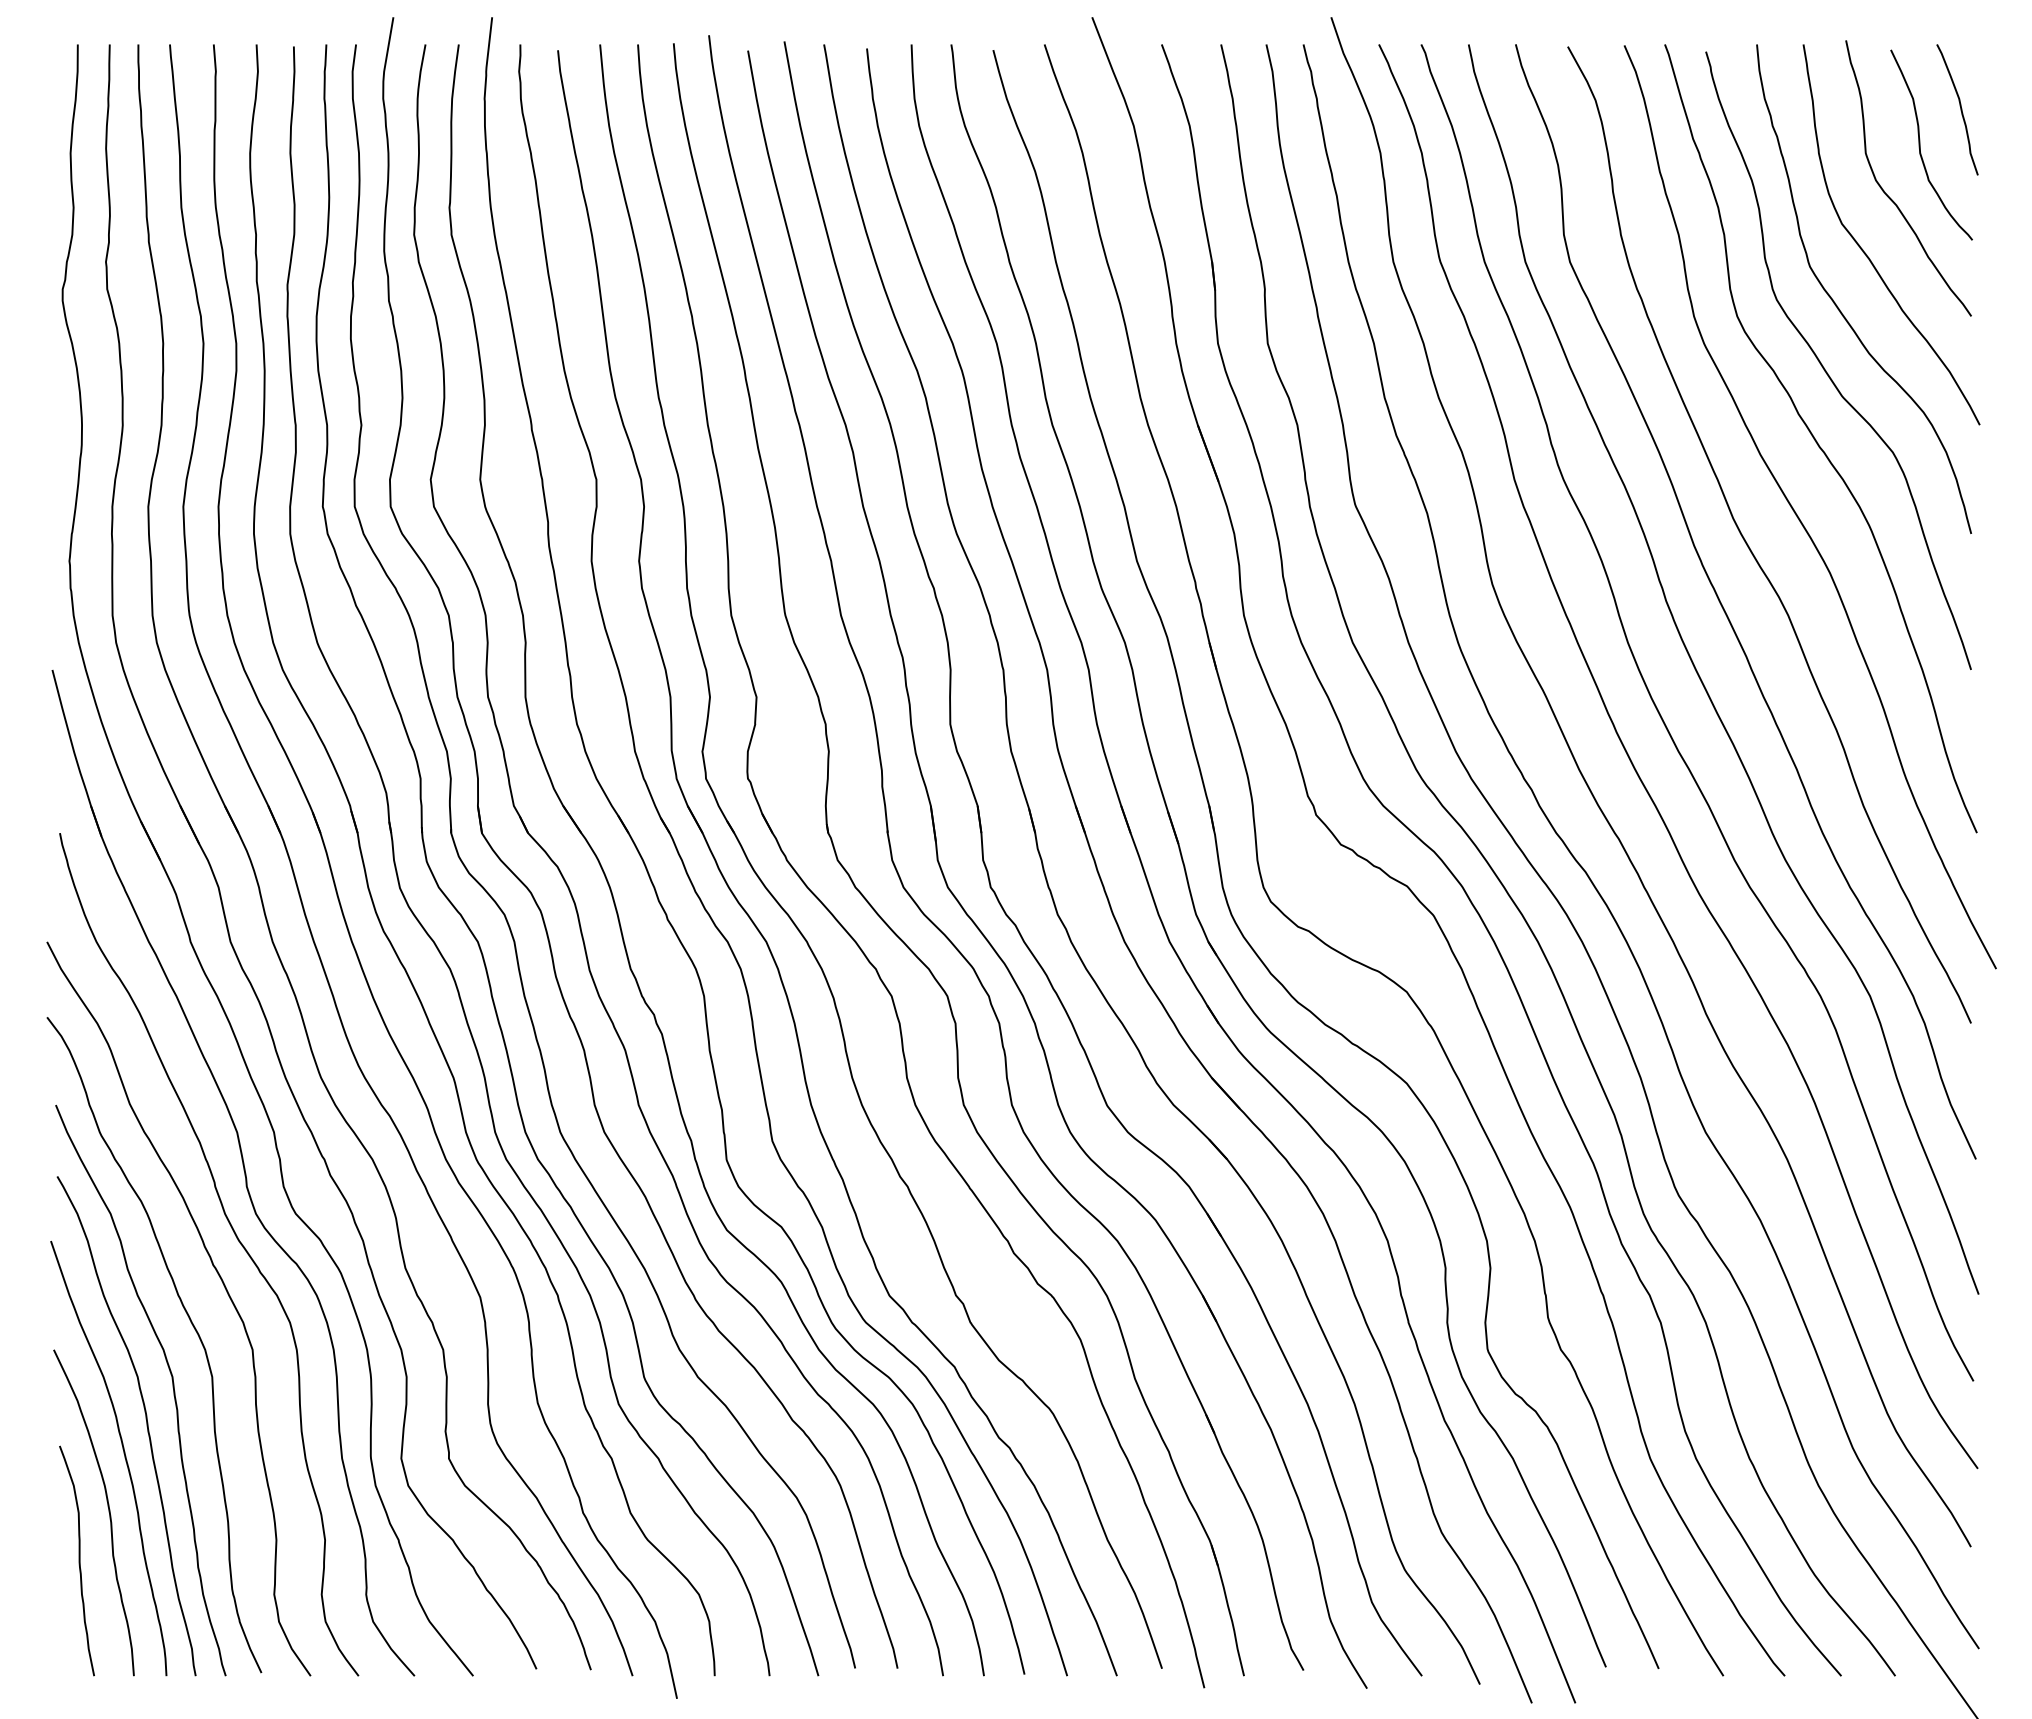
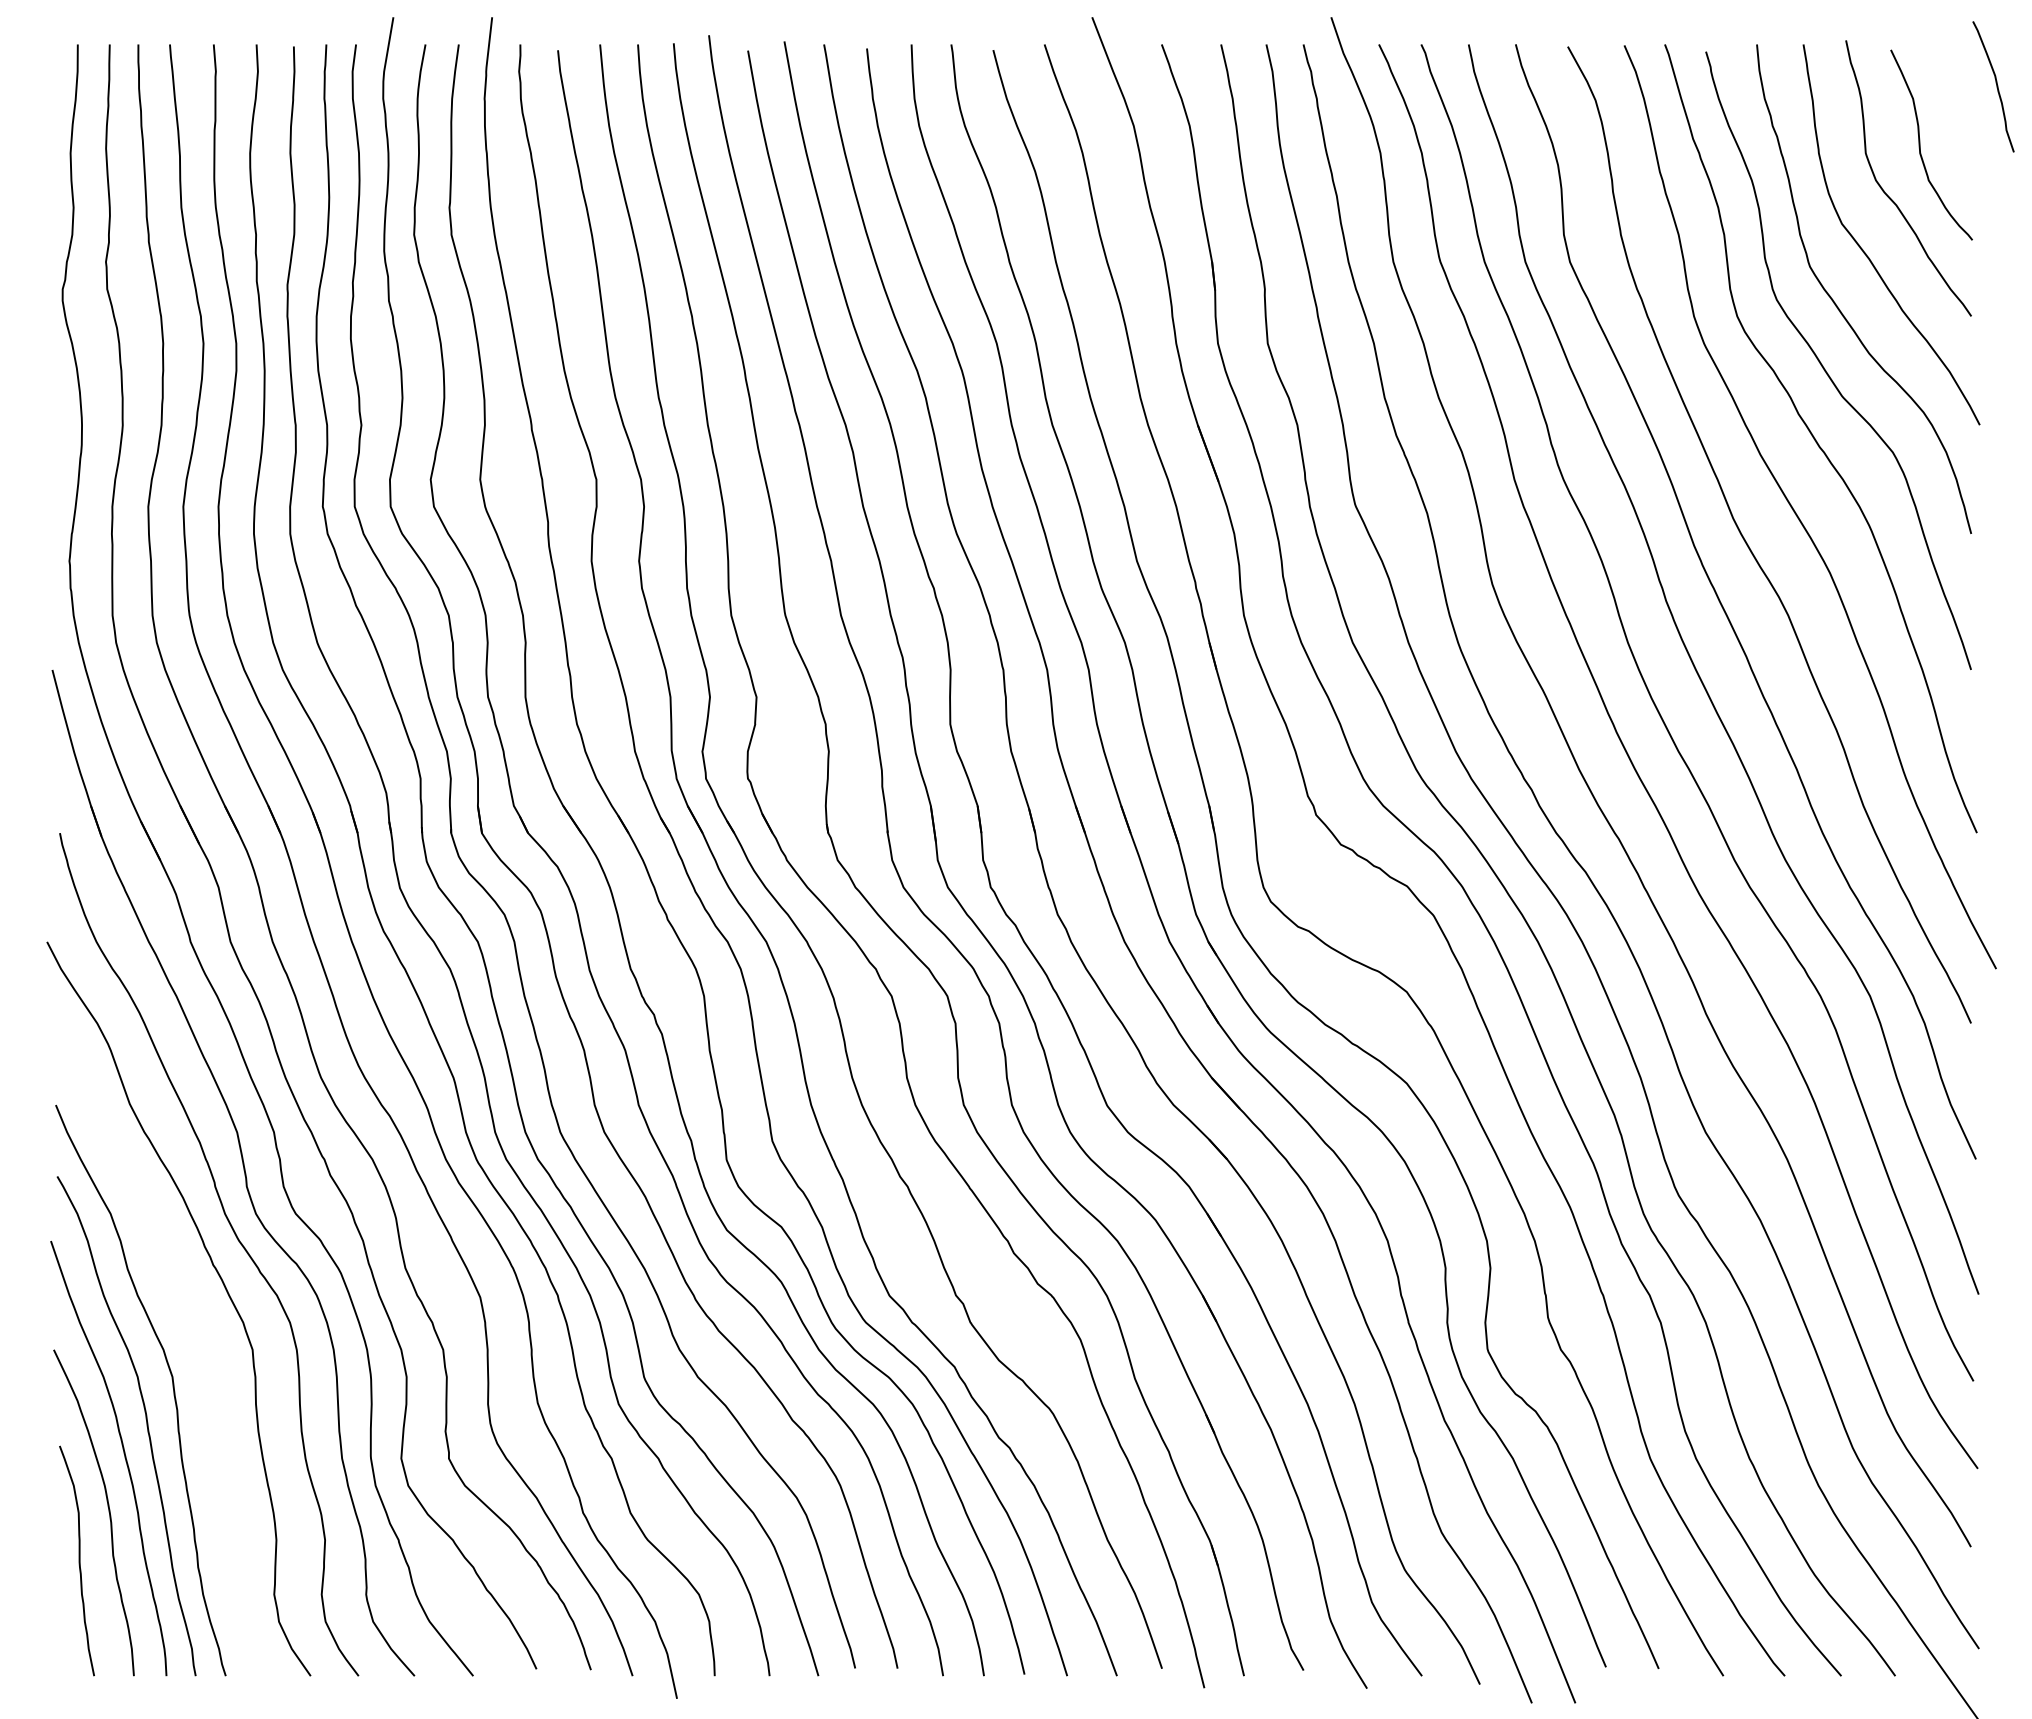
curve at (1960, 109) position: (1960, 109) -> (1996, 86)
curve at (192, 1326): present -> none
